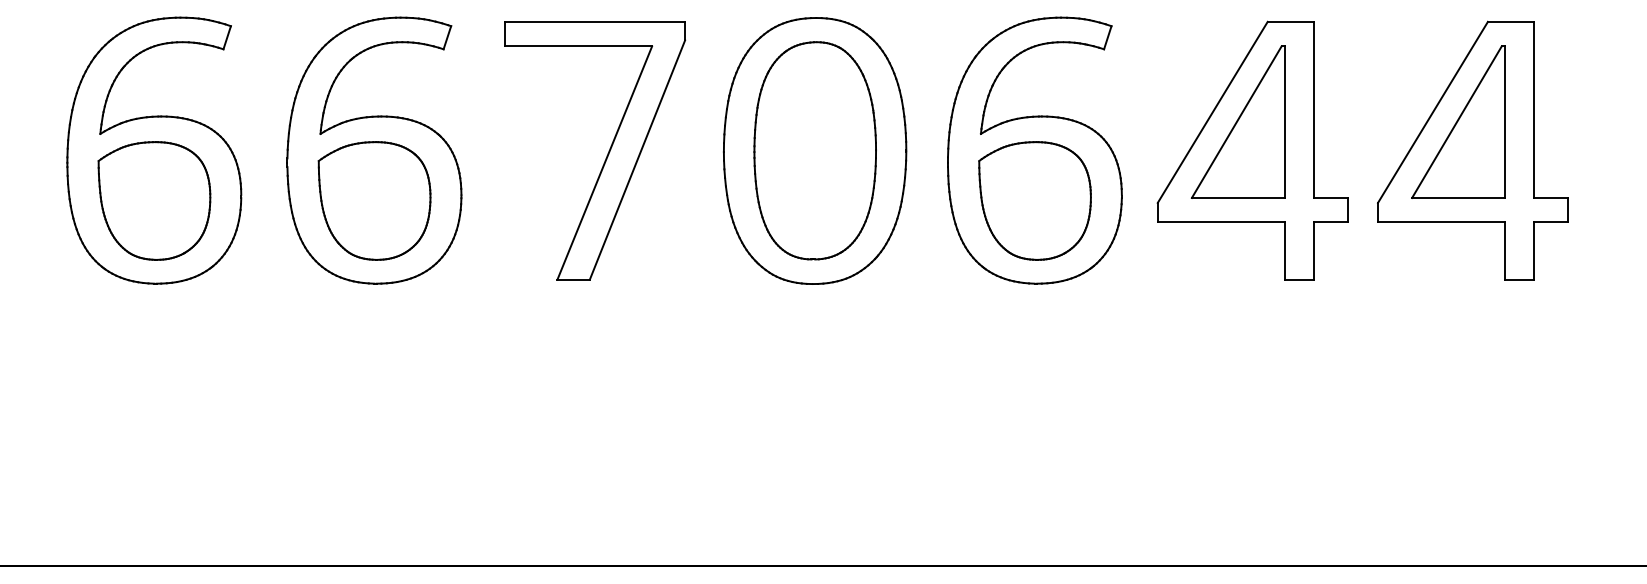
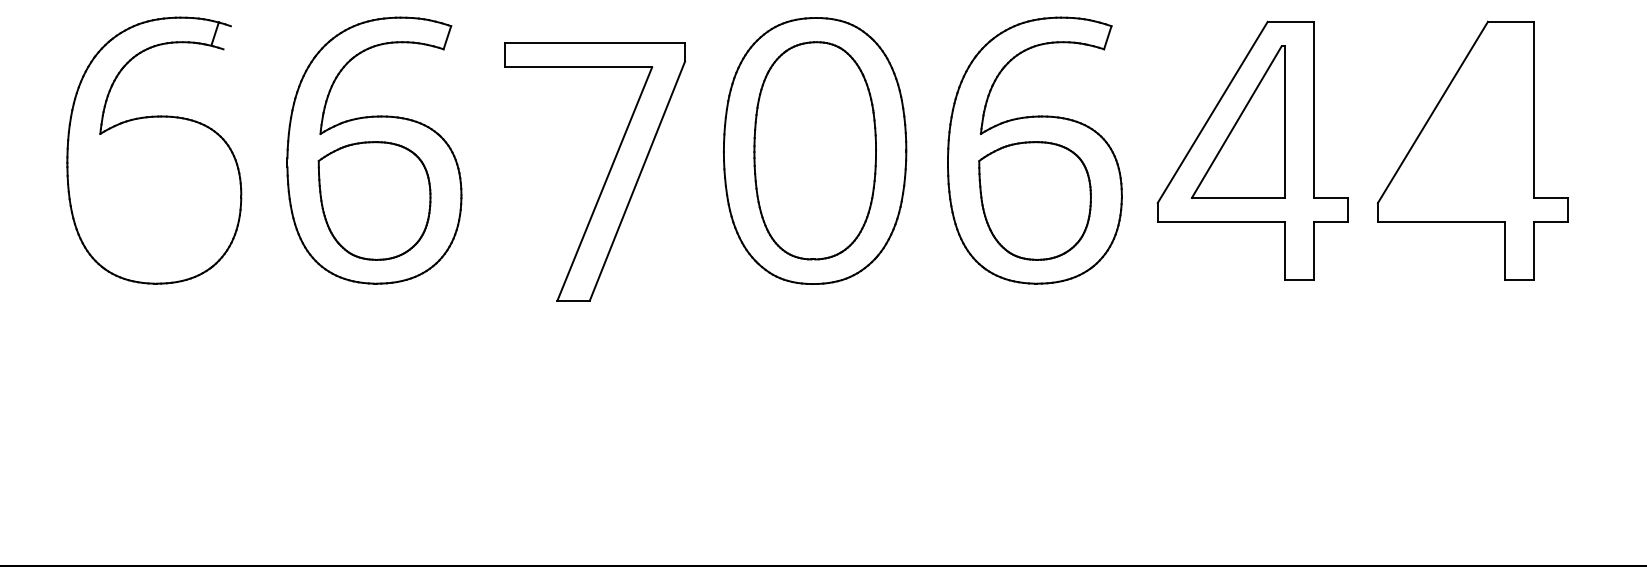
line at (226, 37) position: (226, 37) -> (214, 33)
part at (1458, 121): present -> none
part at (606, 155) position: (606, 155) -> (606, 176)
part at (154, 200): present -> none
